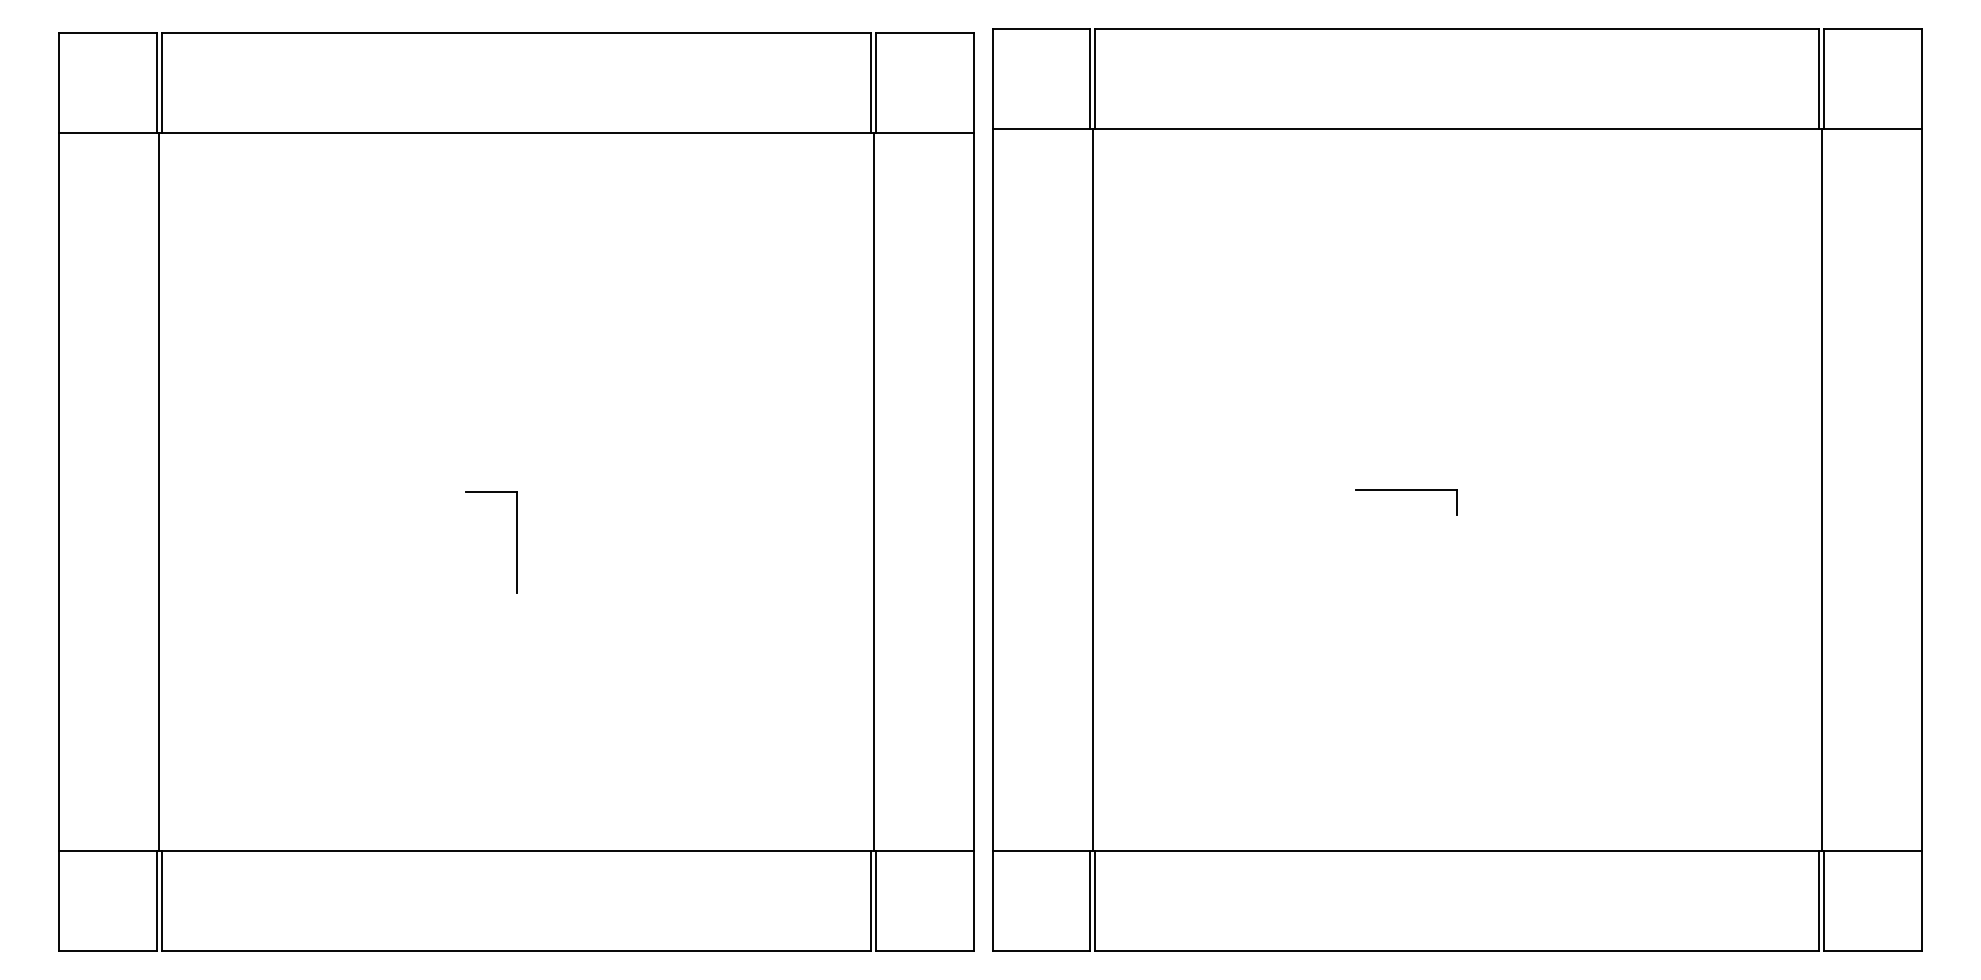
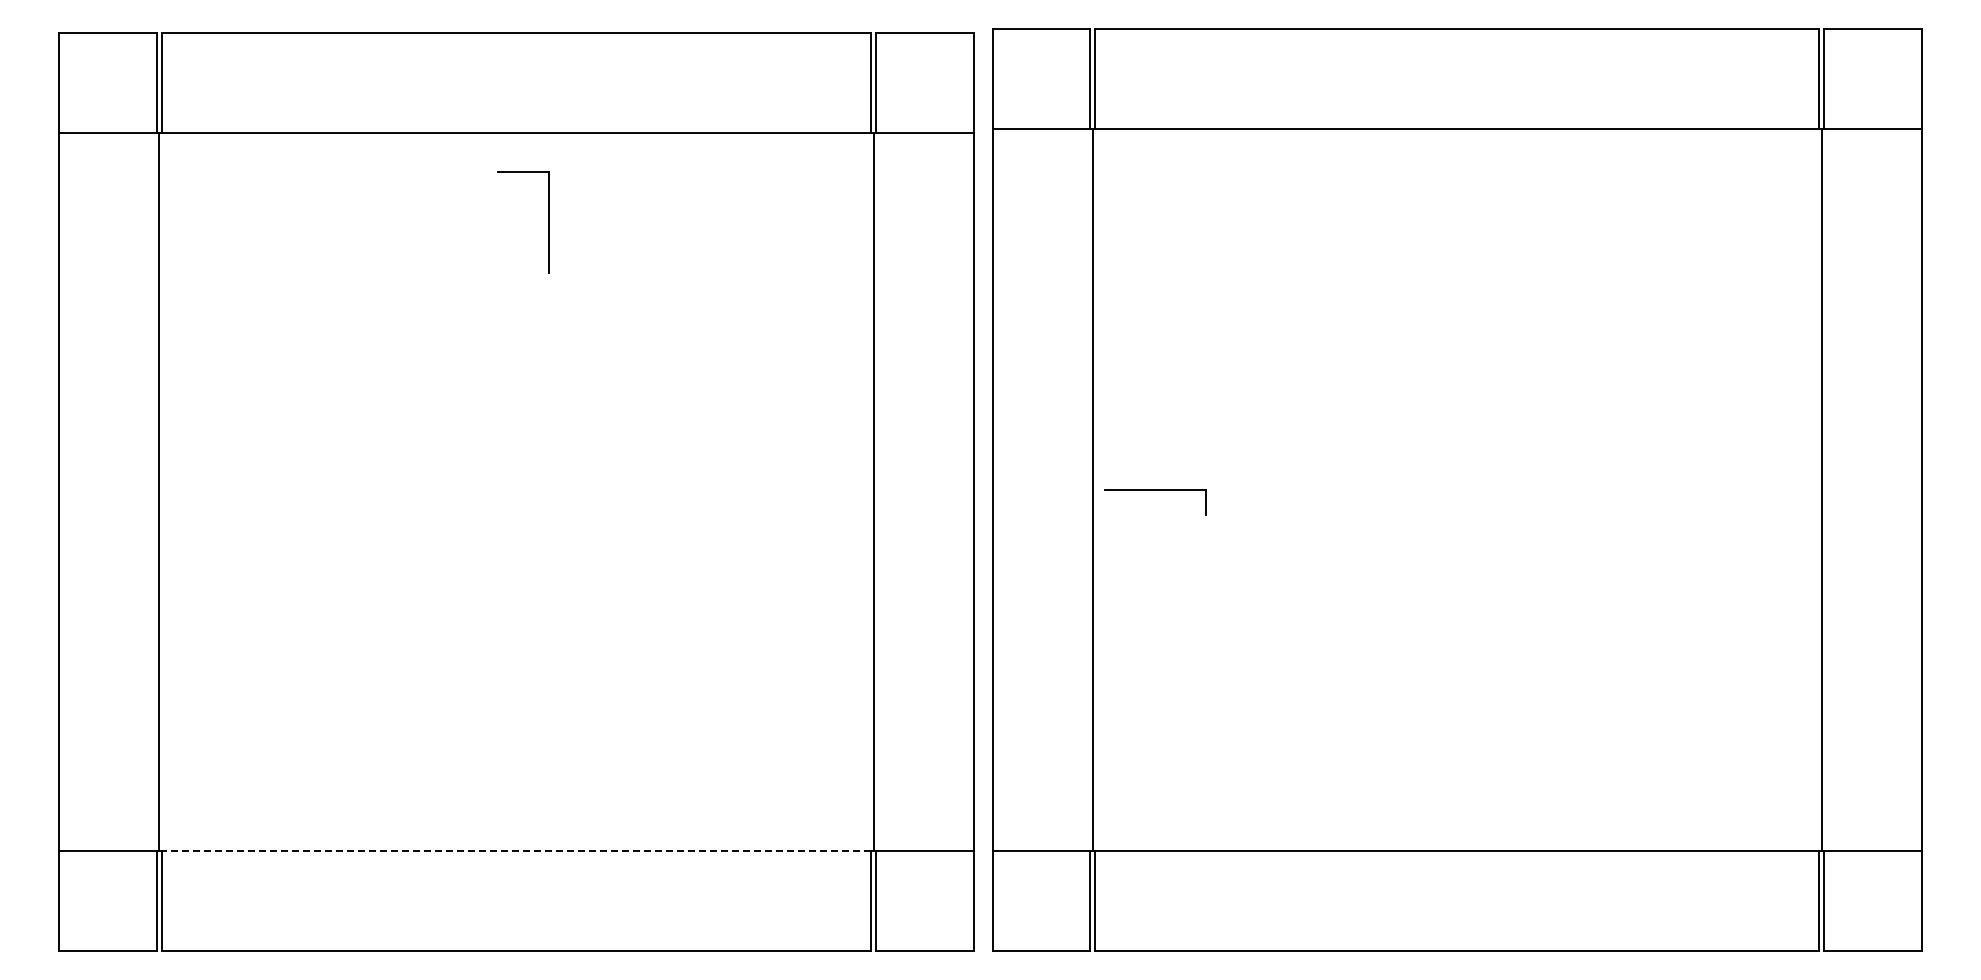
part at (1406, 490) position: (1406, 490) -> (1155, 490)
part at (516, 542) position: (516, 542) -> (548, 222)
line at (516, 850): solid -> dashed
